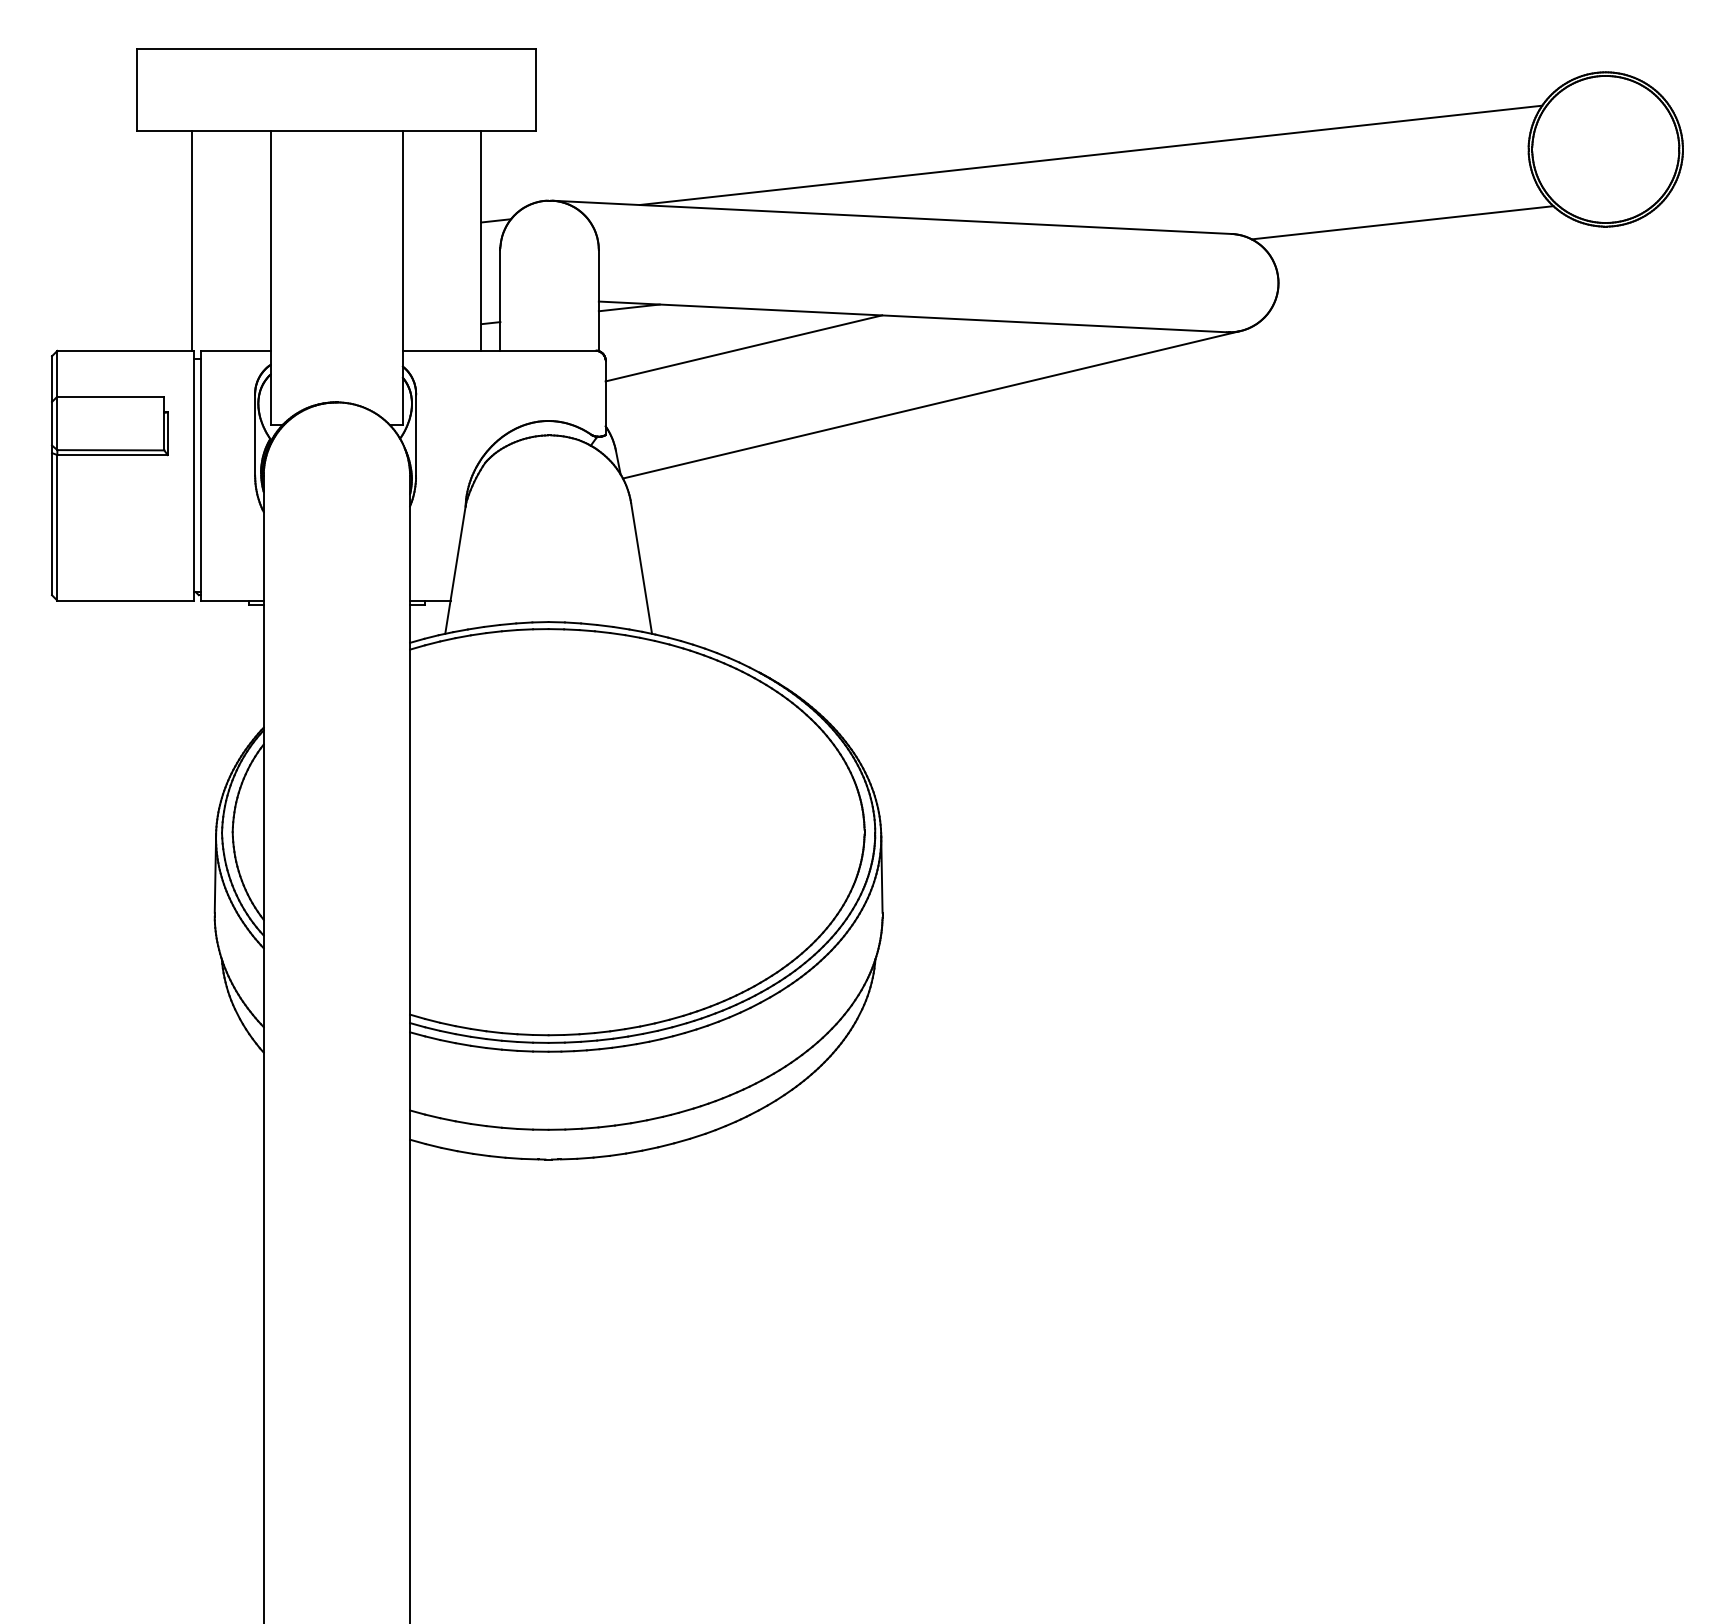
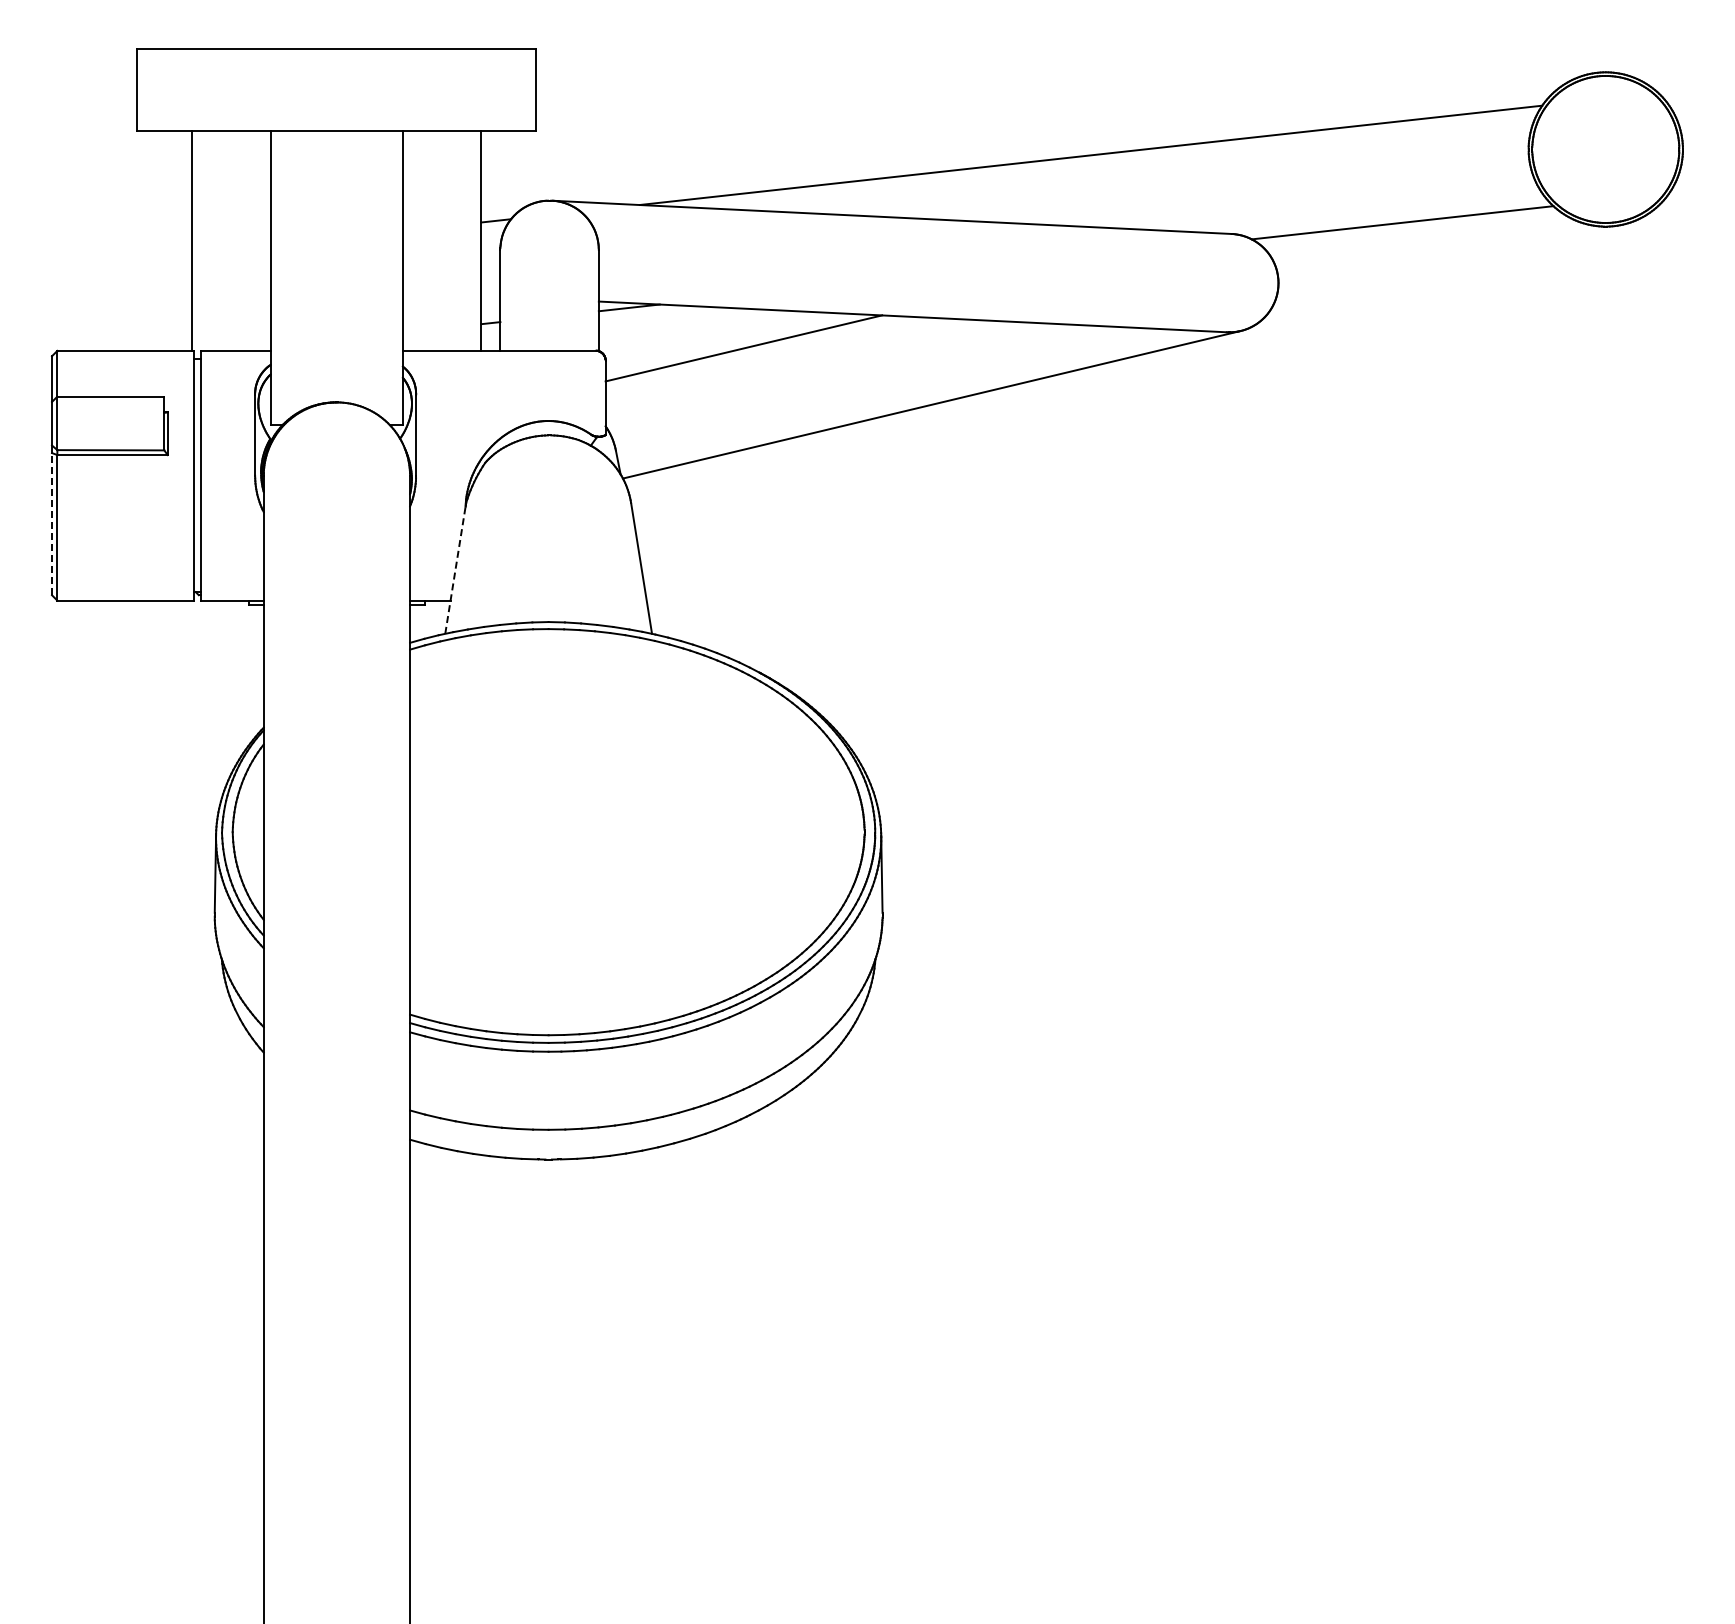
line at (52, 523): solid -> dashed
line at (455, 567): solid -> dashed
